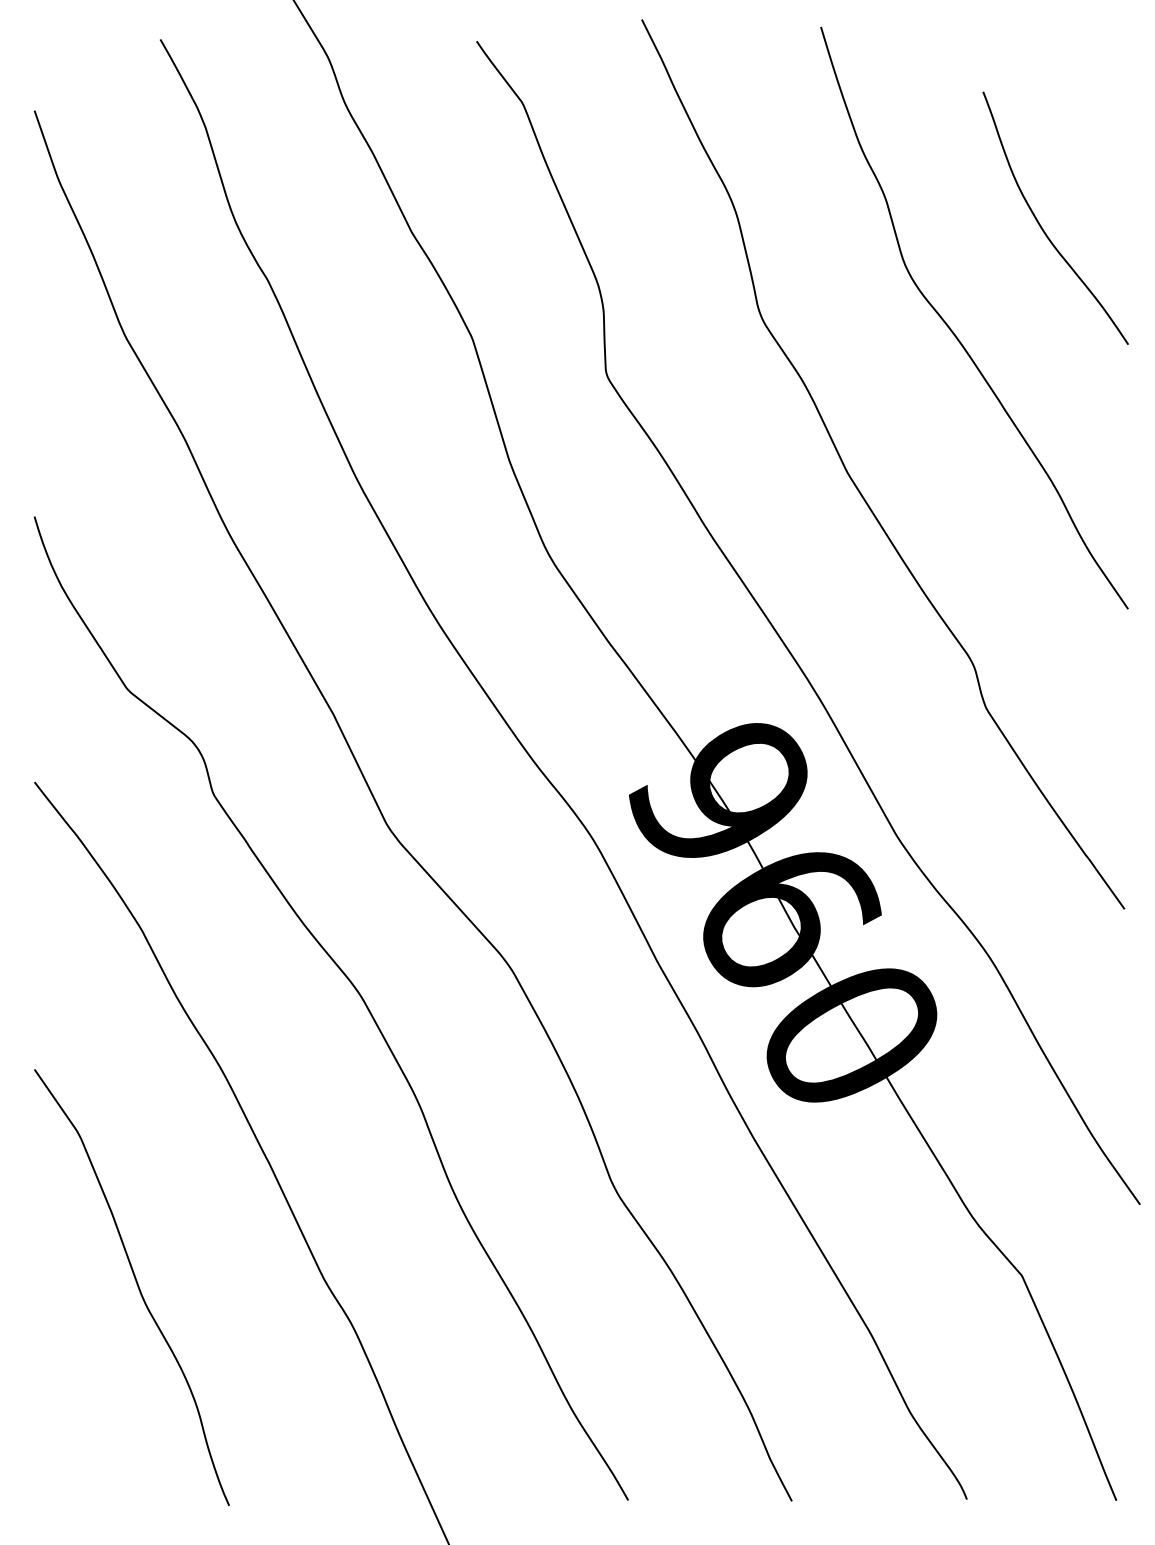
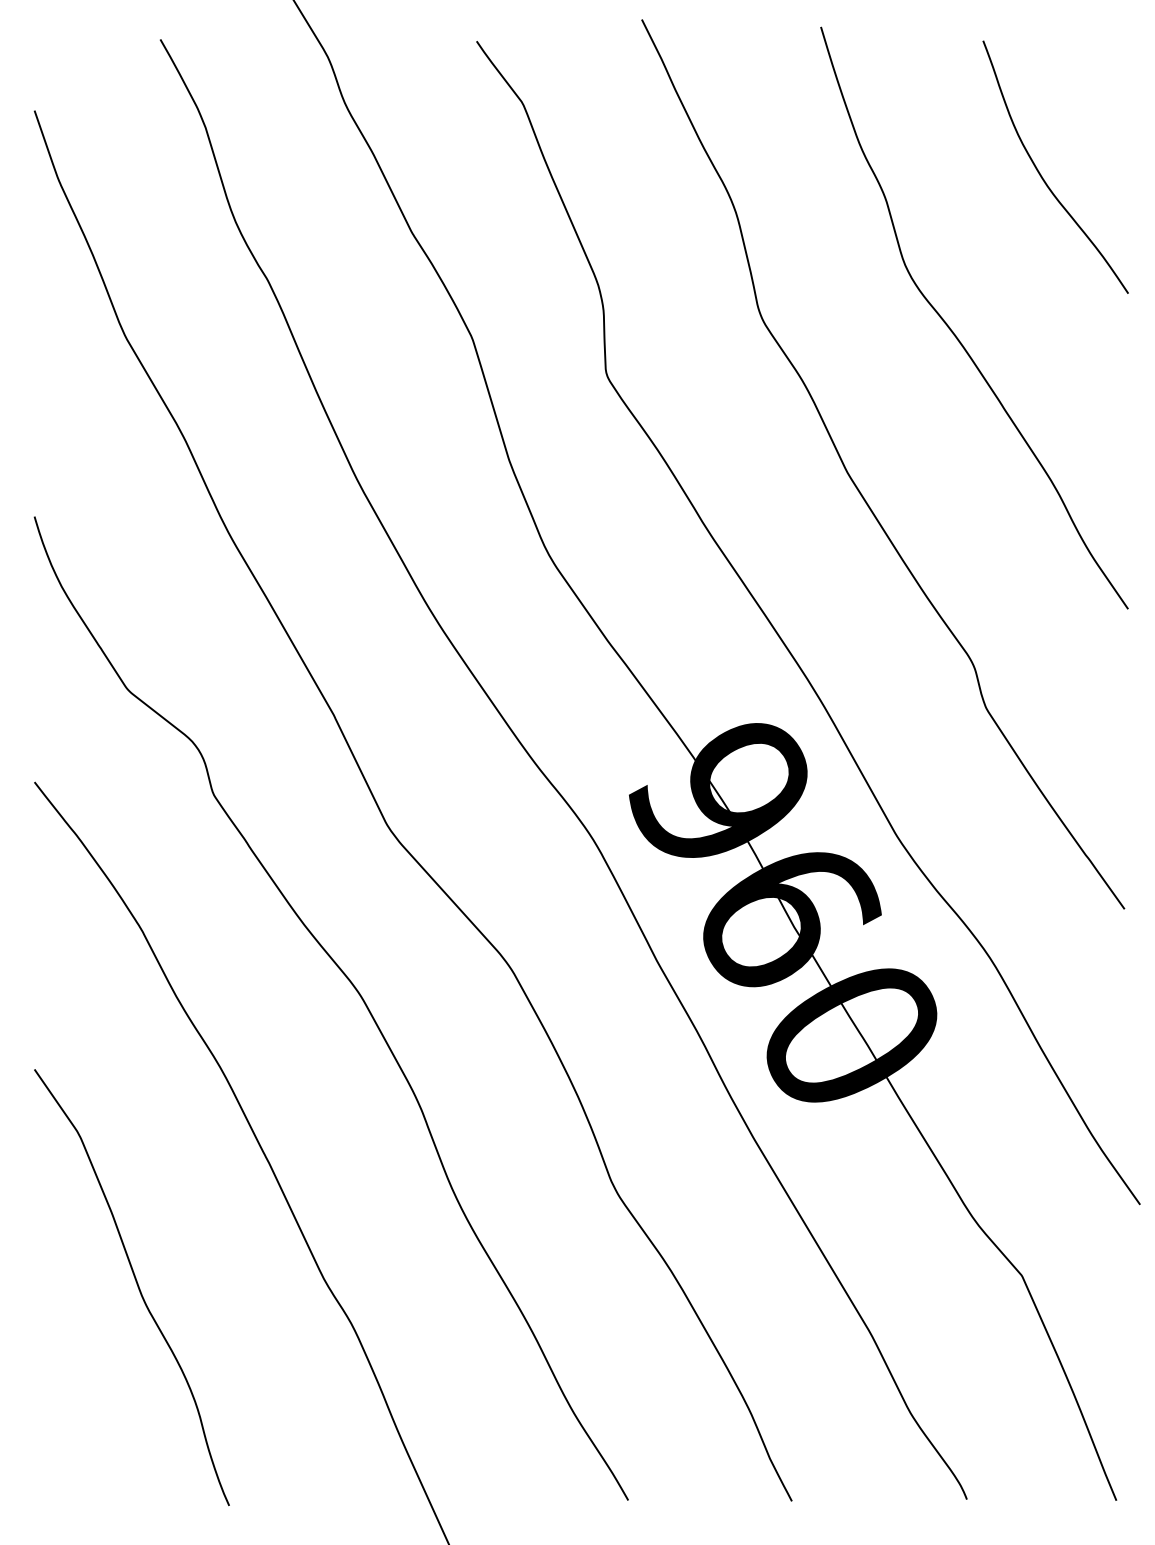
curve at (1041, 225) position: (1041, 225) -> (1041, 174)
